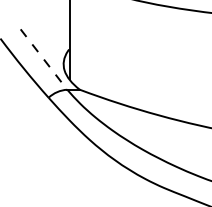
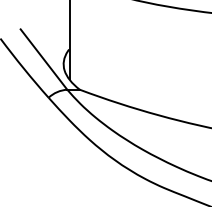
line at (44, 59): dashed -> solid
